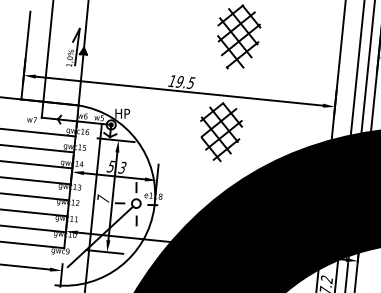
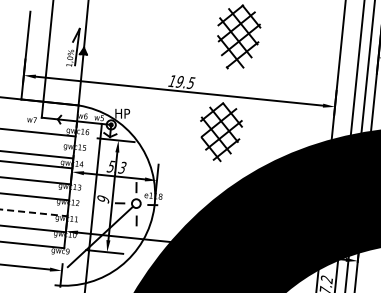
line at (37, 148) position: (37, 148) -> (37, 154)
text at (103, 198): 7 -> 9
line at (34, 212): solid -> dashed
